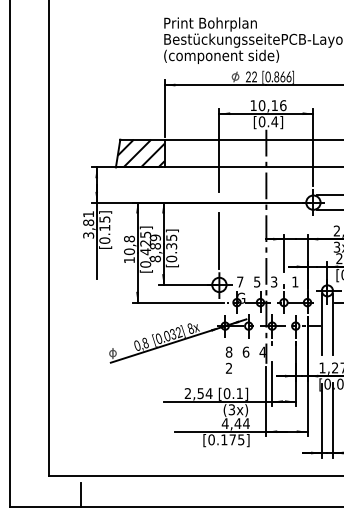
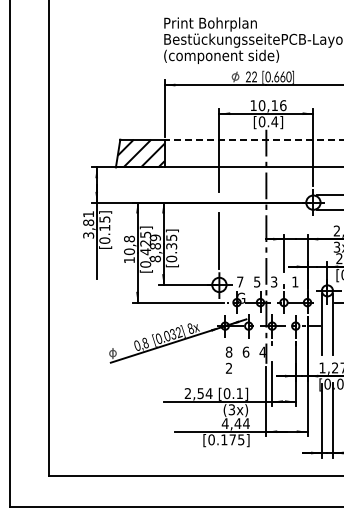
text at (282, 76): 0.866 -> 0.660
line at (253, 139): solid -> dashed
line at (81, 494): present -> none
